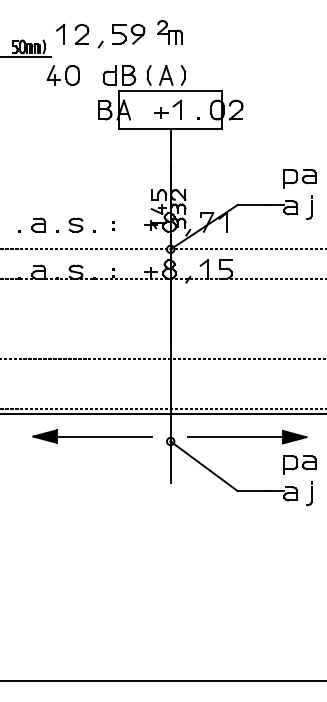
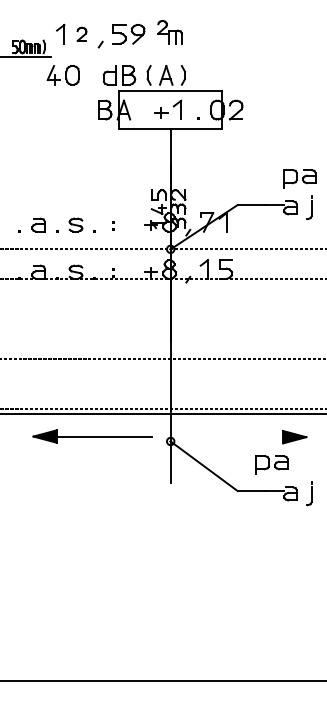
part at (81, 34) size: 16x21 px -> 12x16 px
line at (235, 437): present -> none
part at (299, 464) position: (299, 464) -> (271, 464)
